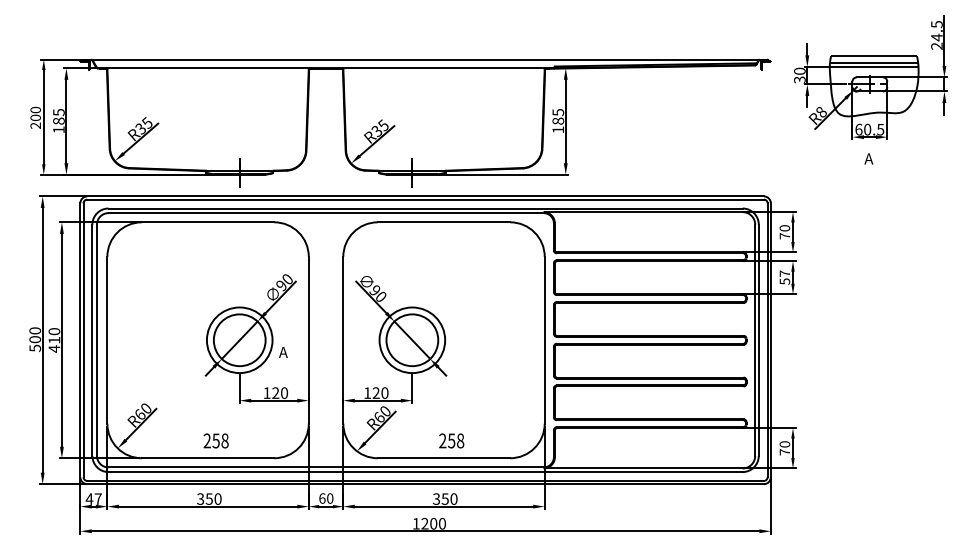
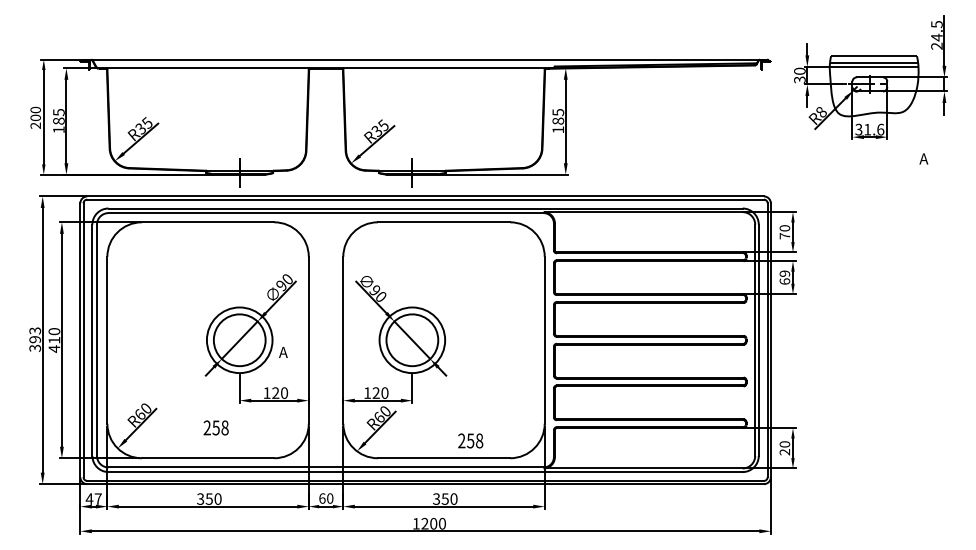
text at (869, 129): 60.5 -> 31.6
text at (868, 158) position: (868, 158) -> (923, 158)
text at (784, 277): 57 -> 69
text at (35, 339): 500 -> 393
text at (215, 440) position: (215, 440) -> (215, 427)
text at (451, 440) position: (451, 440) -> (470, 440)
text at (784, 452): 70 -> 20
